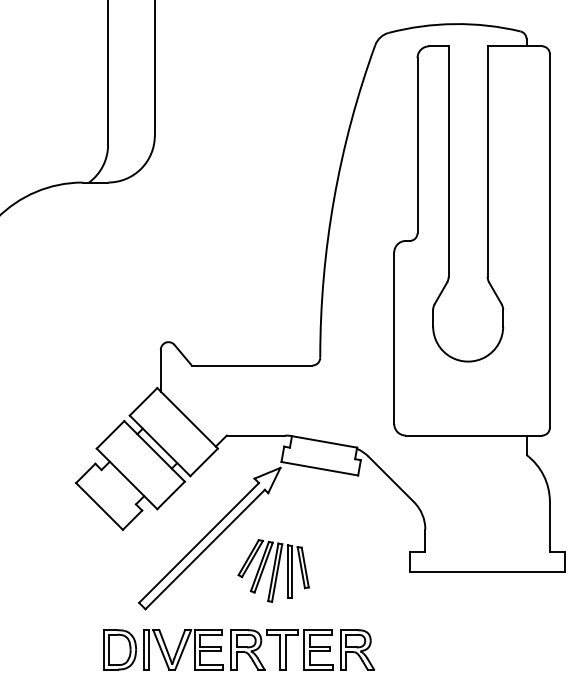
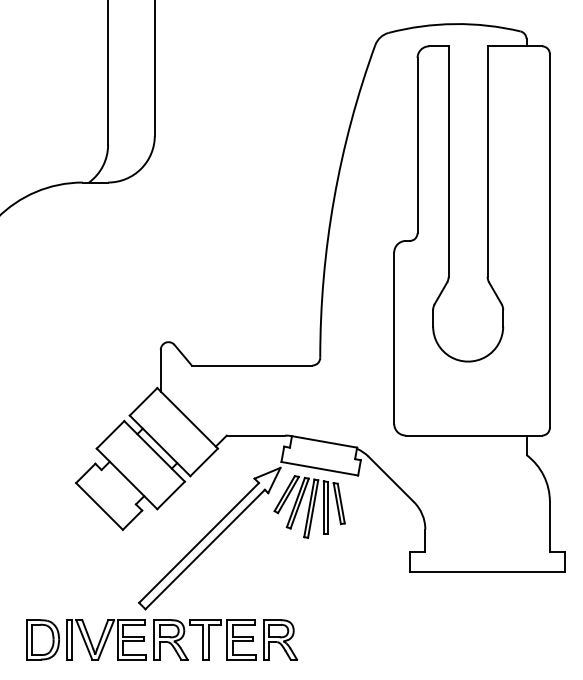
part at (273, 570) position: (273, 570) -> (309, 506)
part at (239, 649) position: (239, 649) -> (162, 639)
